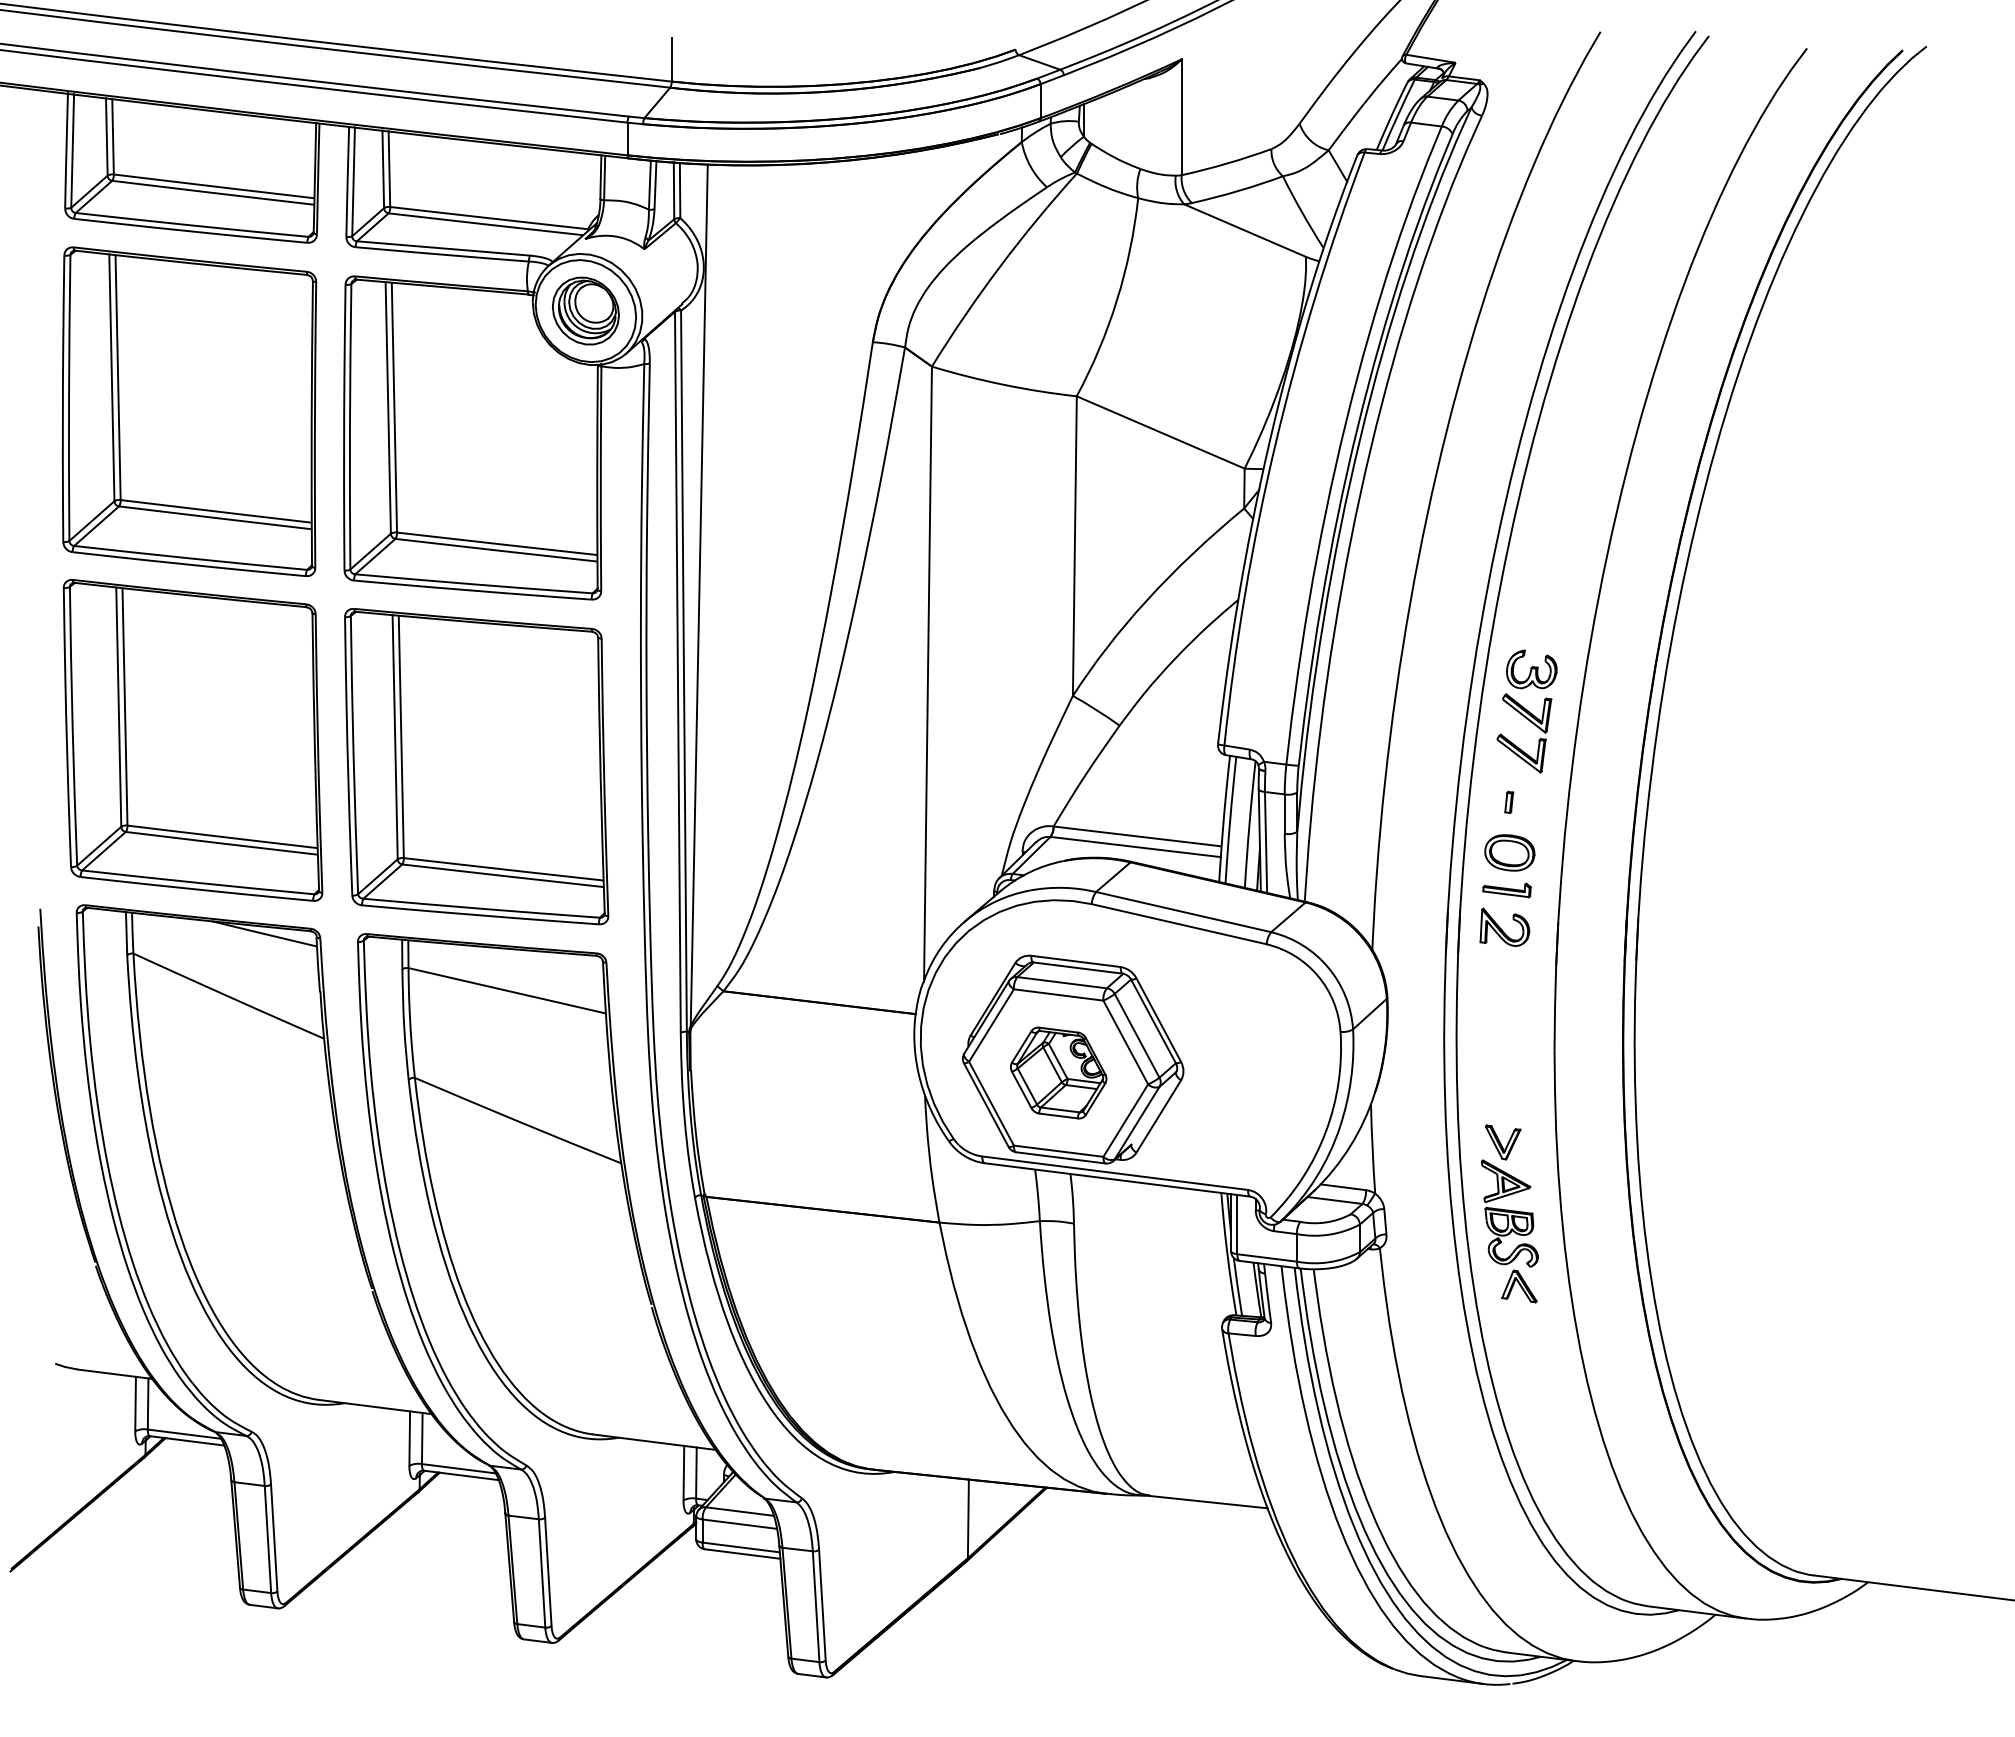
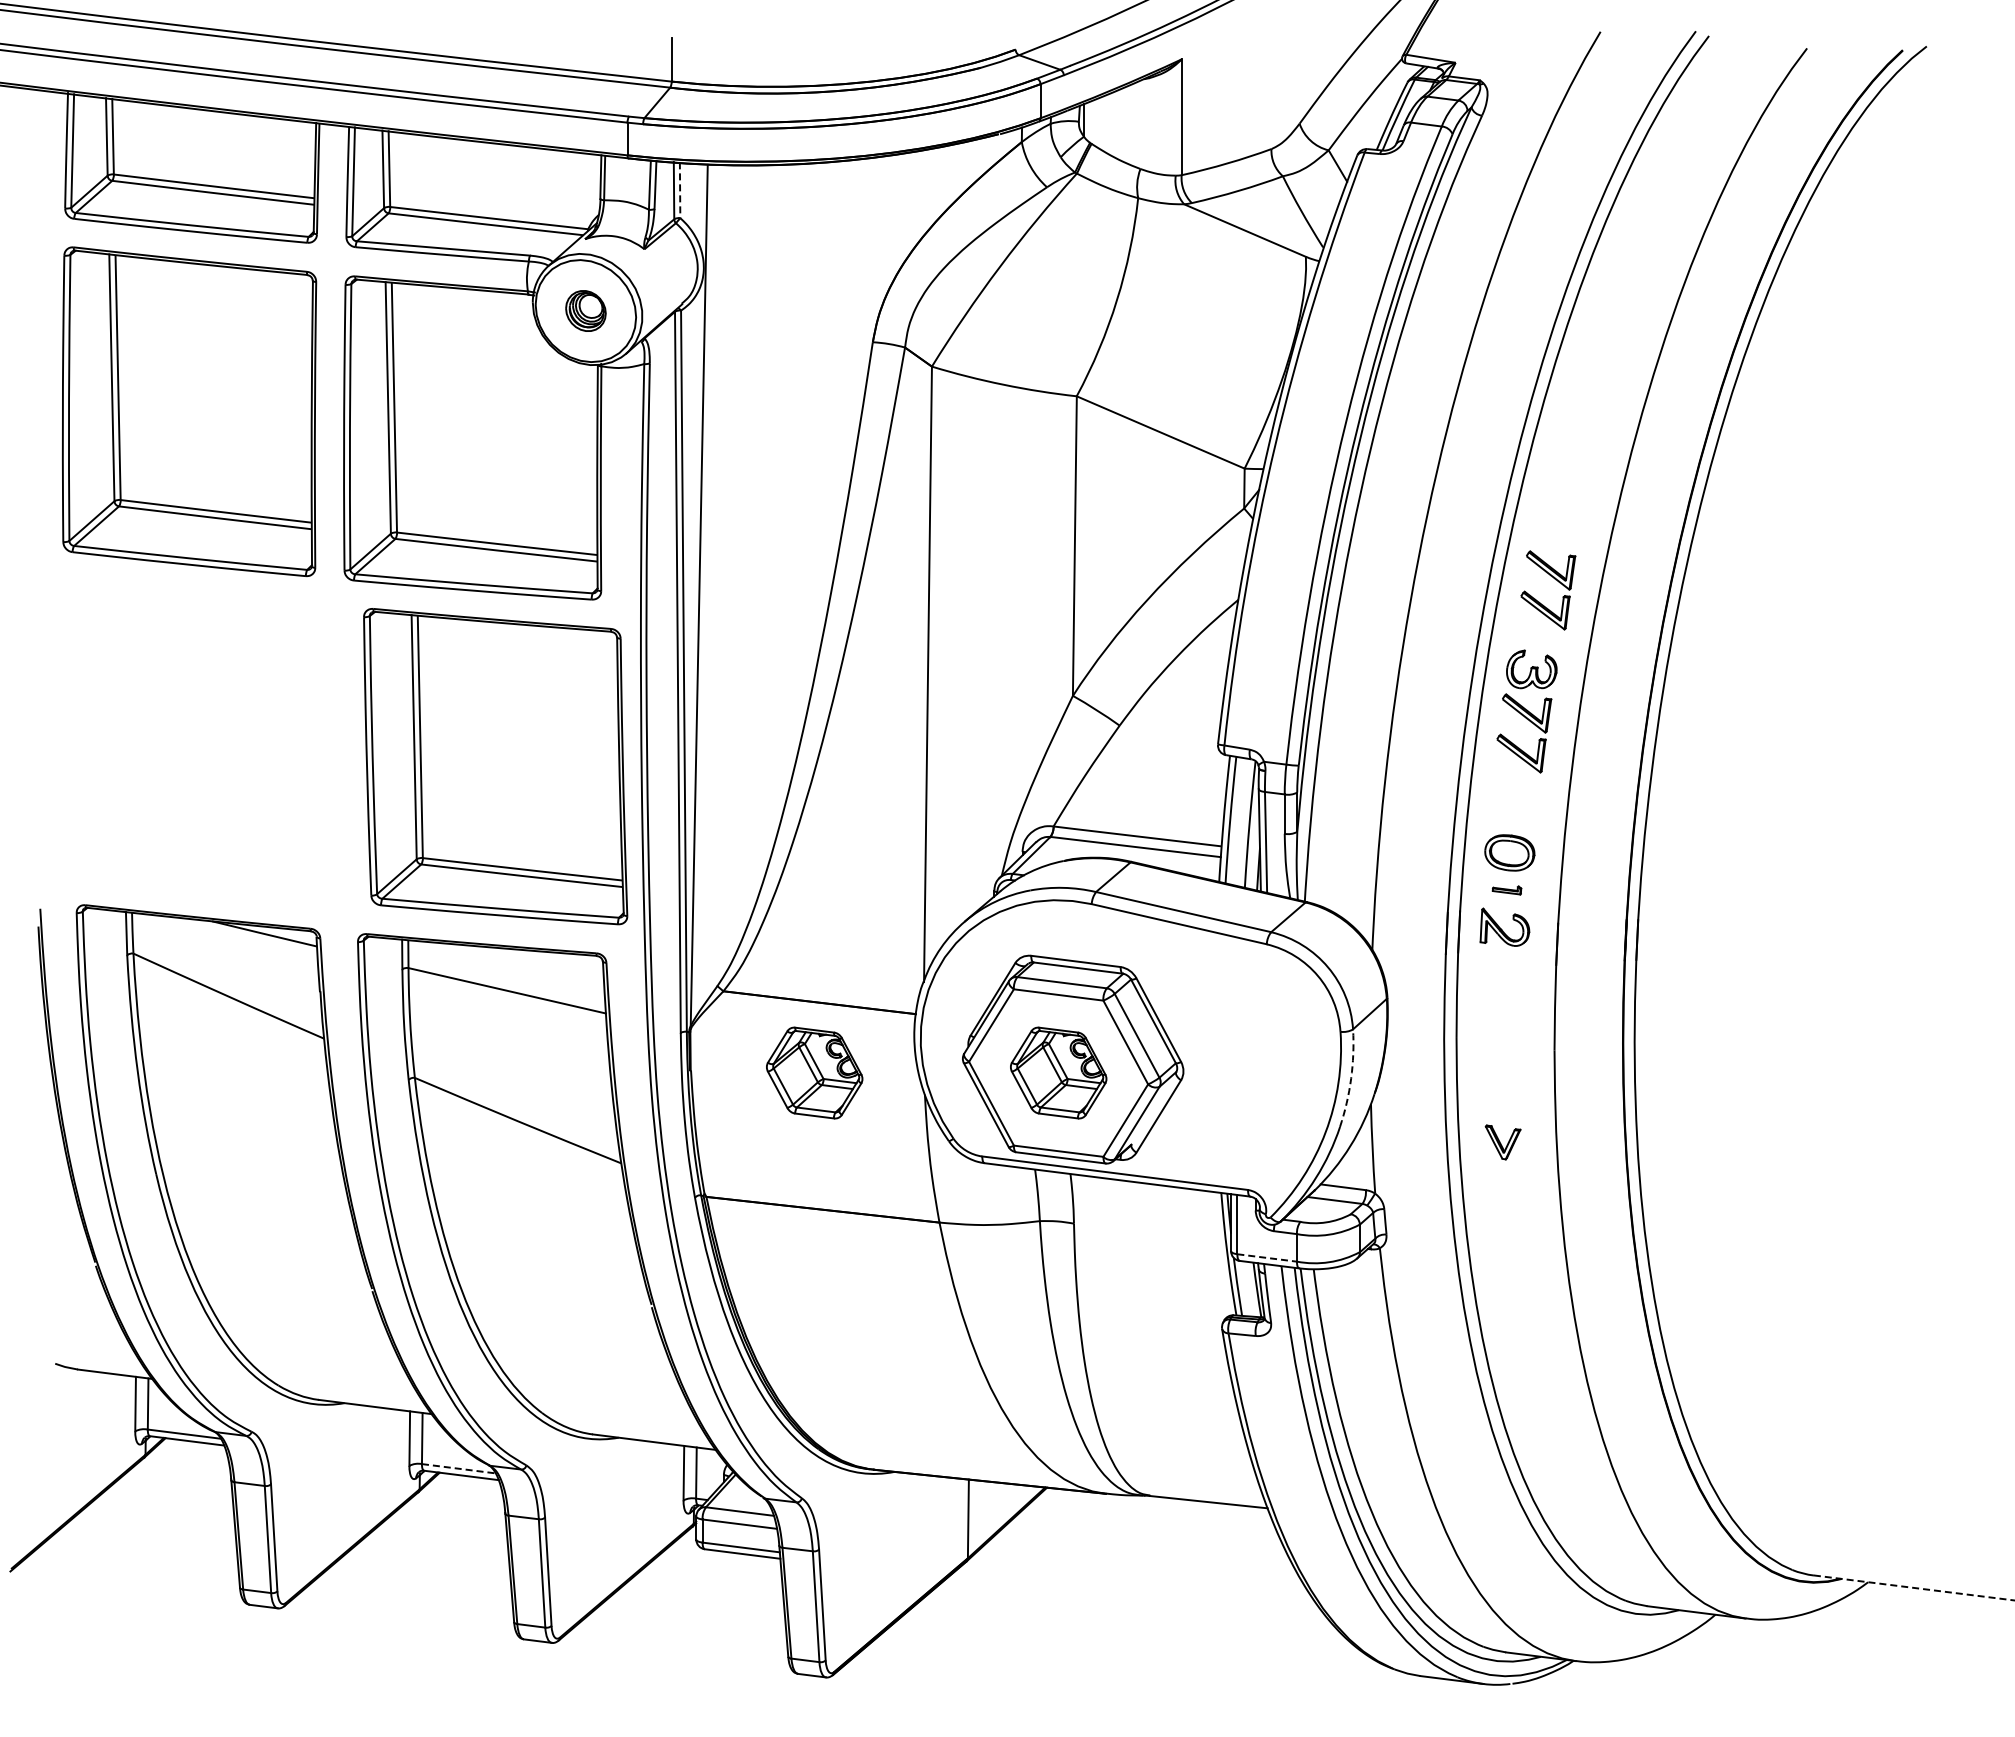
line at (680, 189): solid -> dashed
part at (585, 310) size: 68x70 px -> 42x42 px
part at (1554, 579): none -> present
part at (192, 740): present -> none
part at (476, 766) position: (476, 766) -> (495, 766)
part at (1509, 801): present -> none
part at (1506, 890) size: 50x17 px -> 32x11 px
part at (814, 1072): none -> present
arc at (1351, 1078): solid -> dashed
part at (1509, 1231): present -> none
line at (1267, 1258): solid -> dashed
line at (459, 1468): solid -> dashed
line at (1914, 1587): solid -> dashed
